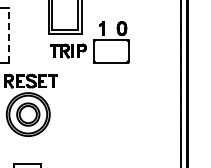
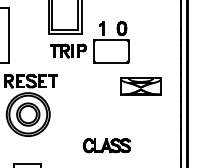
line at (8, 35): dashed -> solid
part at (140, 86): none -> present
part at (106, 145): none -> present
